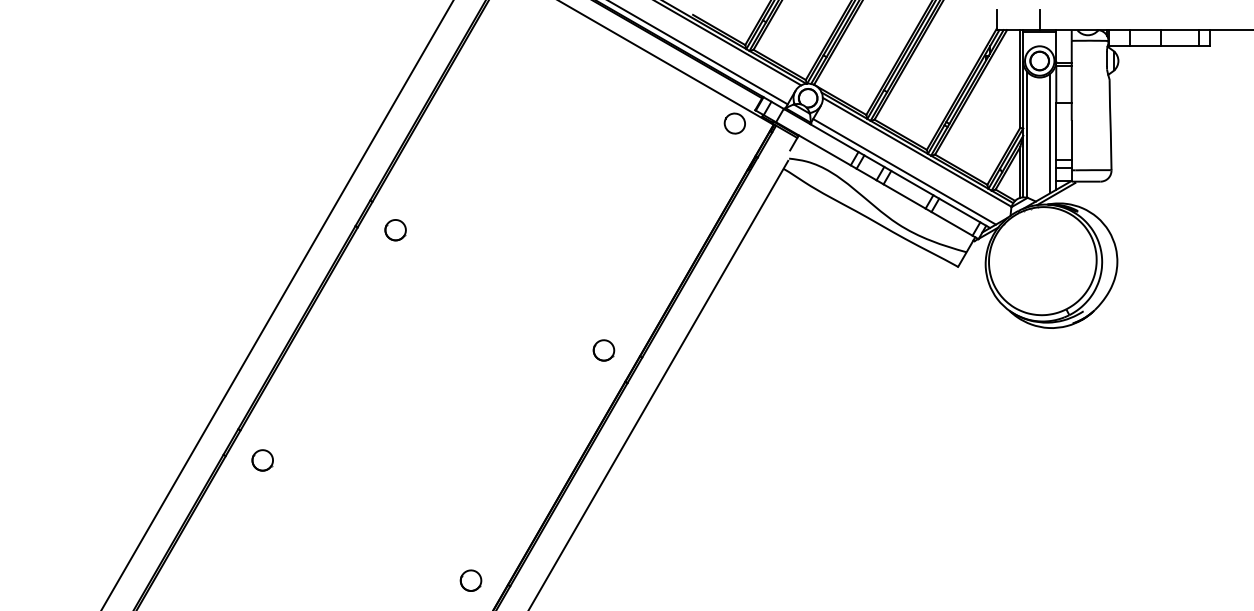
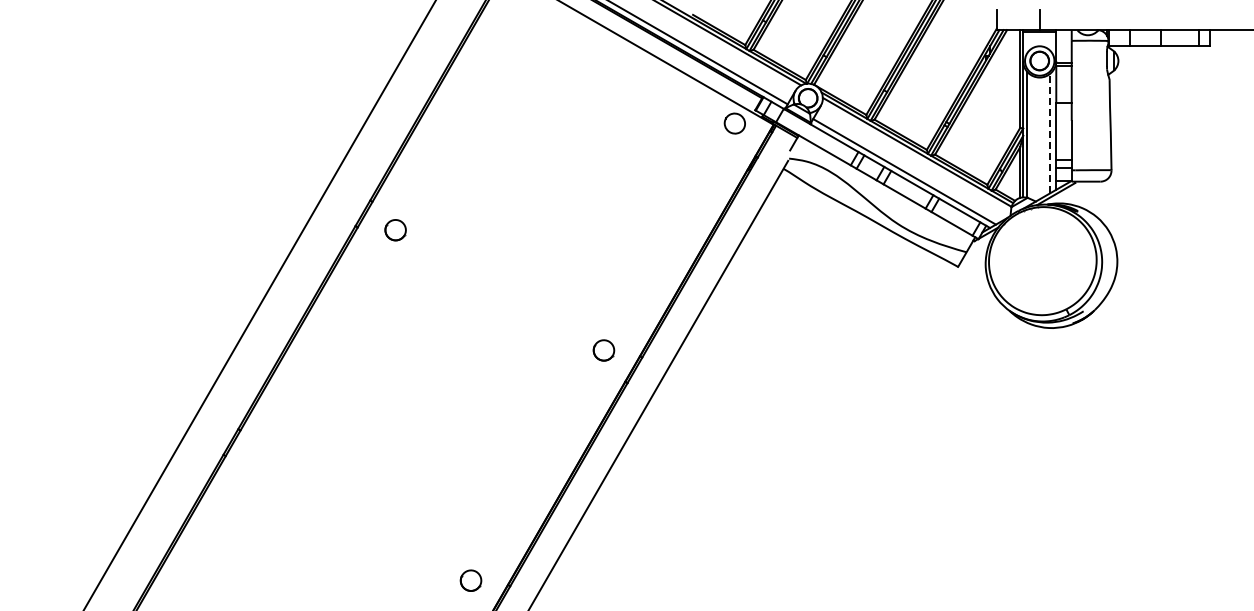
line at (1050, 133): solid -> dashed
line at (277, 304) position: (277, 304) -> (259, 304)
part at (262, 460): present -> none
